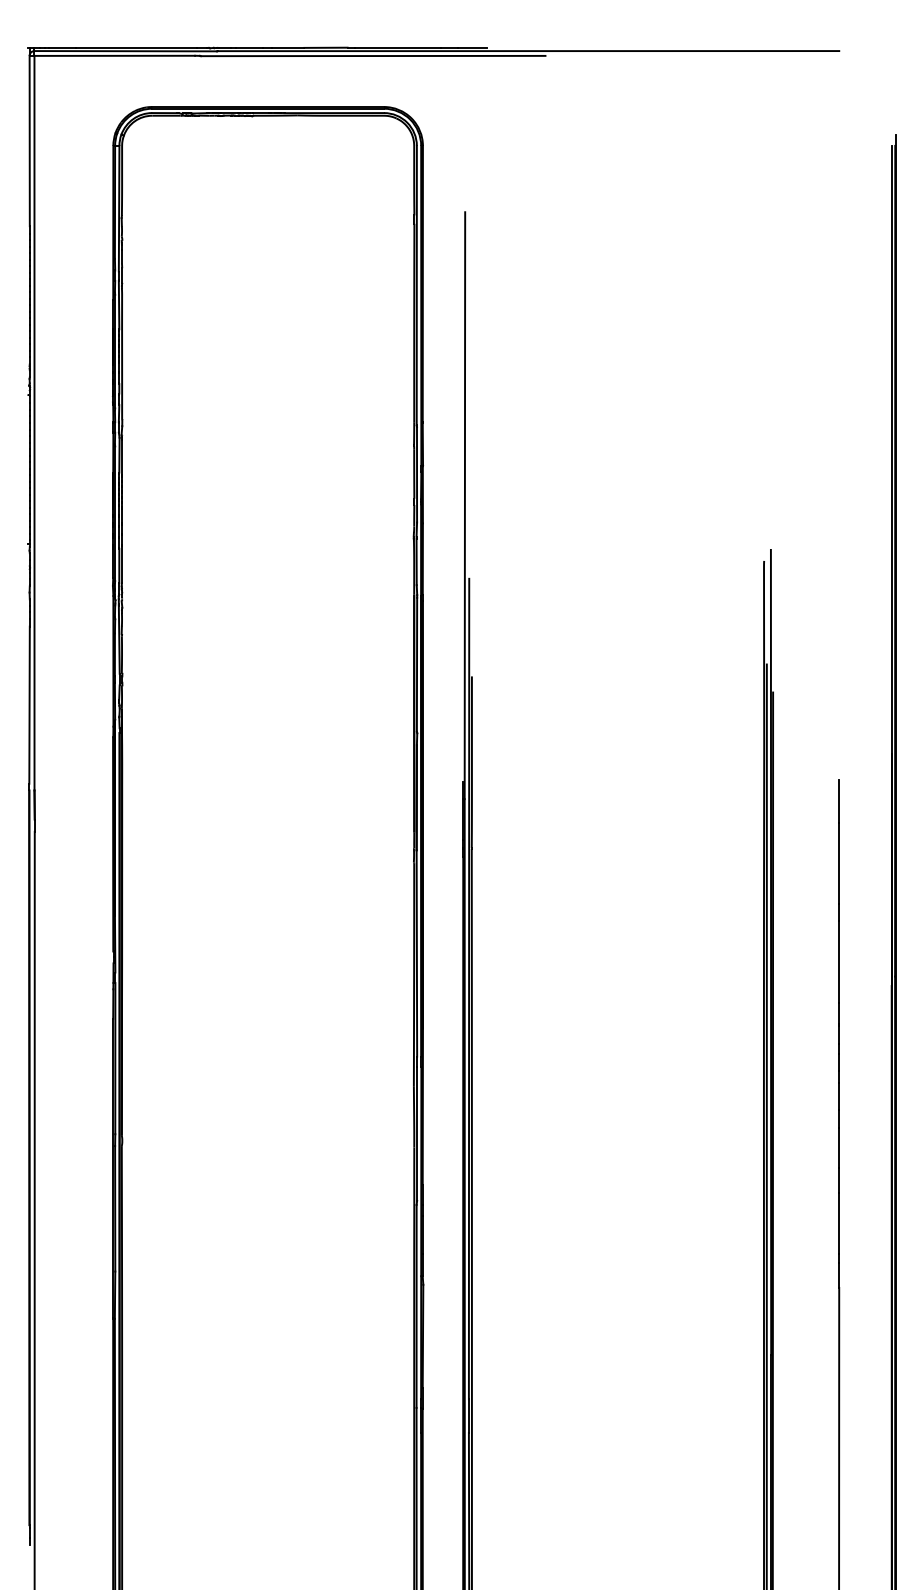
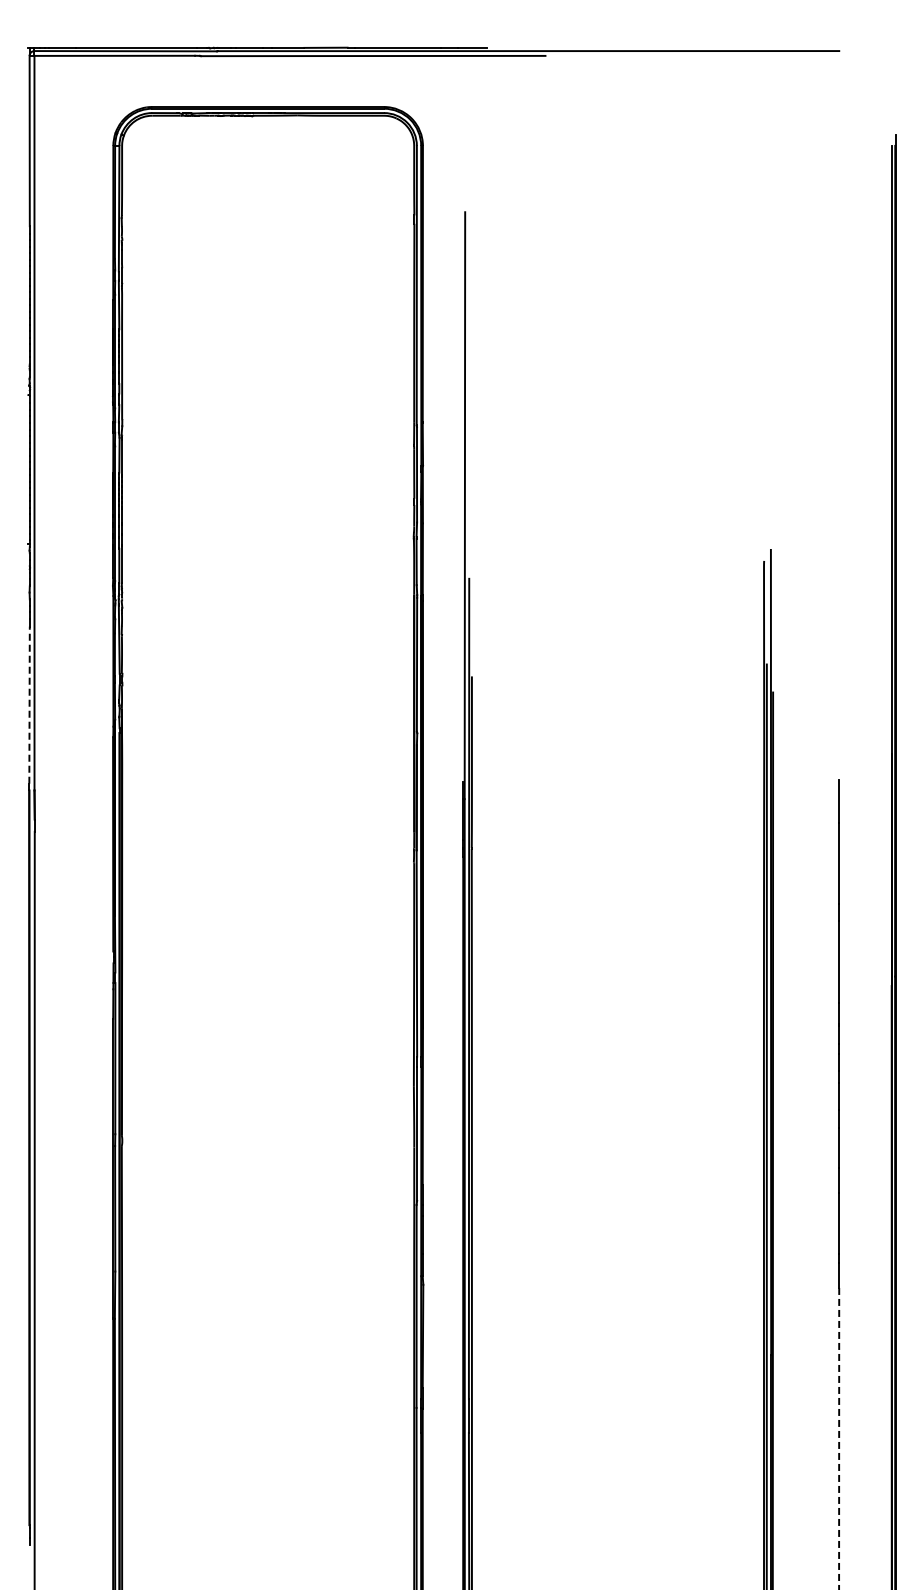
line at (29, 705): solid -> dashed
line at (839, 1438): solid -> dashed
